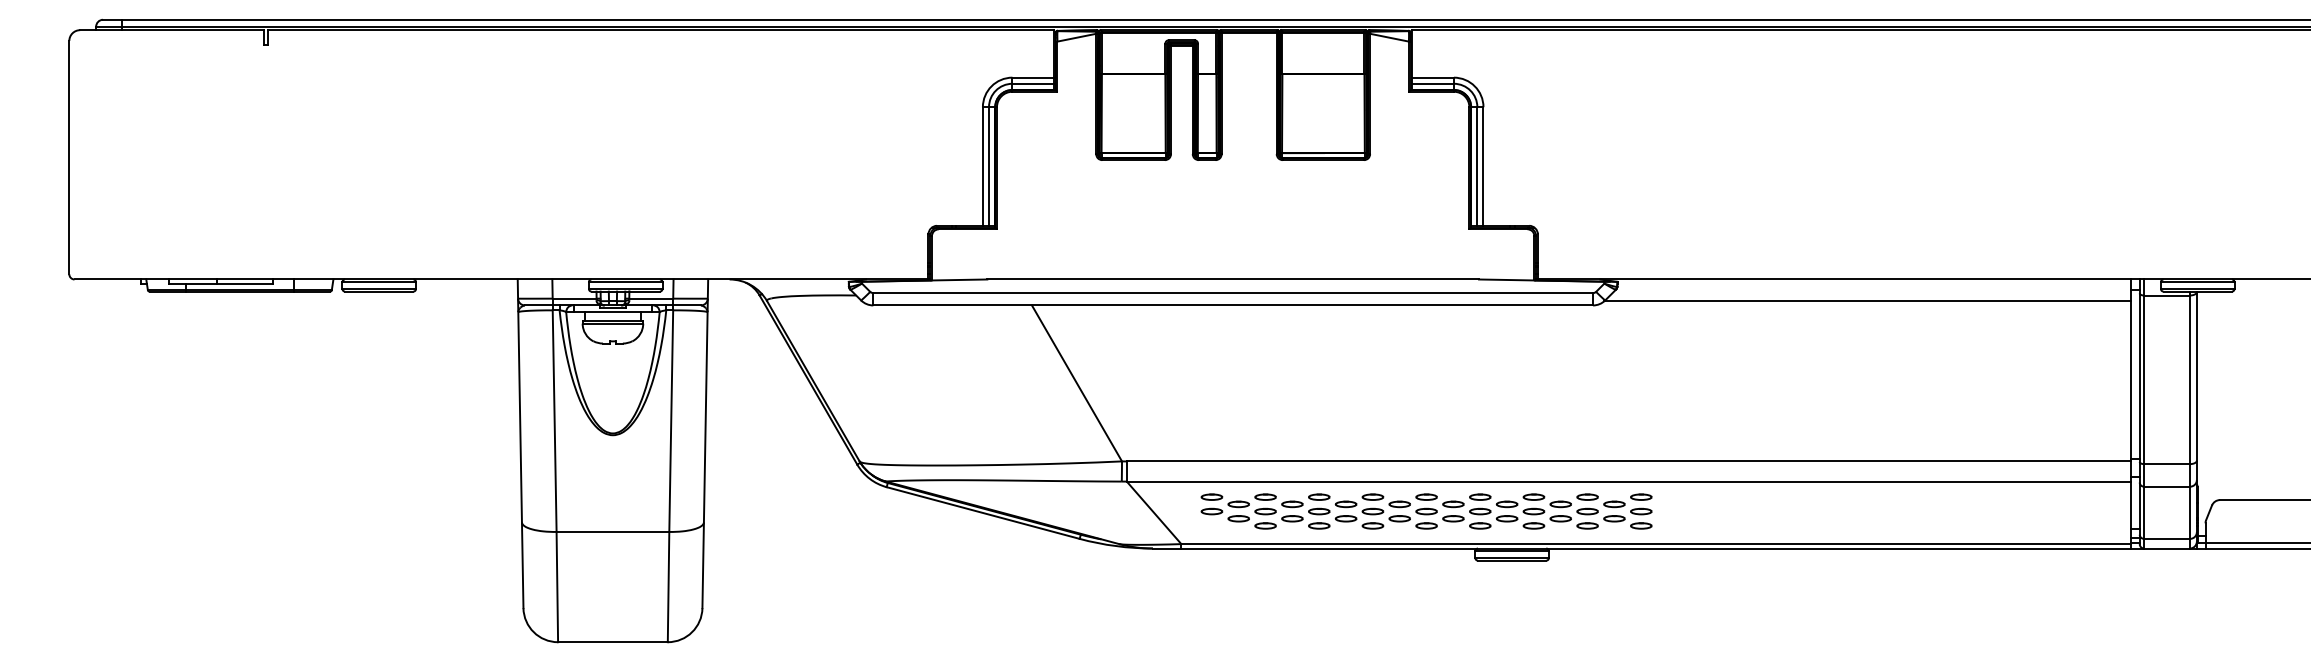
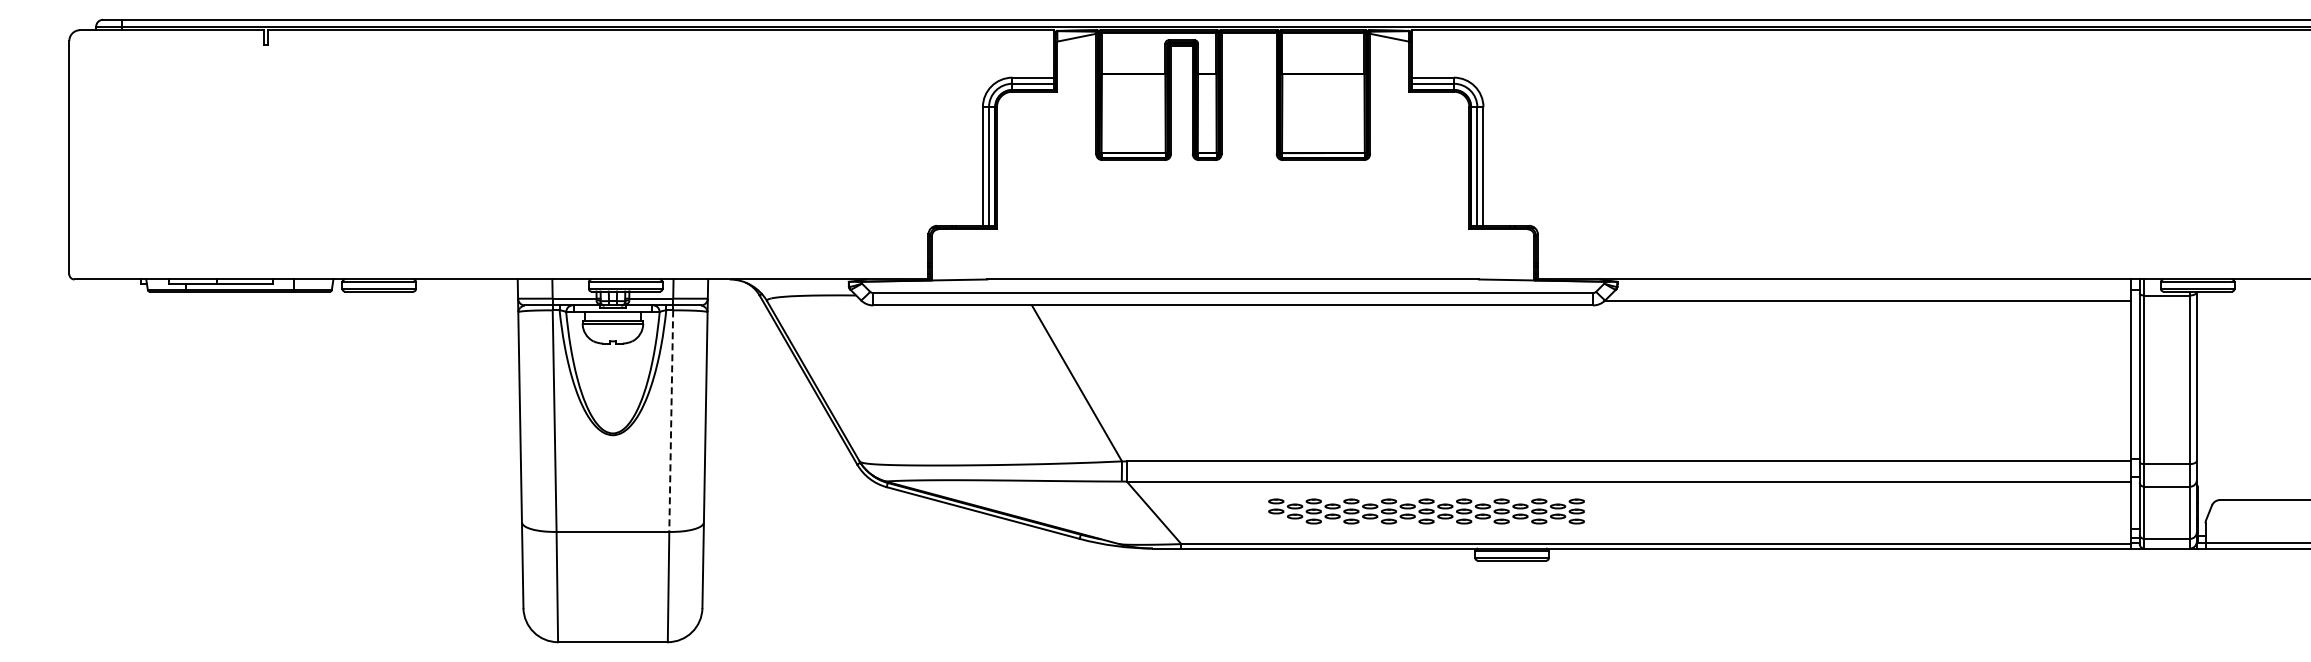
line at (671, 421): solid -> dashed
part at (1426, 511) size: 453x37 px -> 317x27 px
